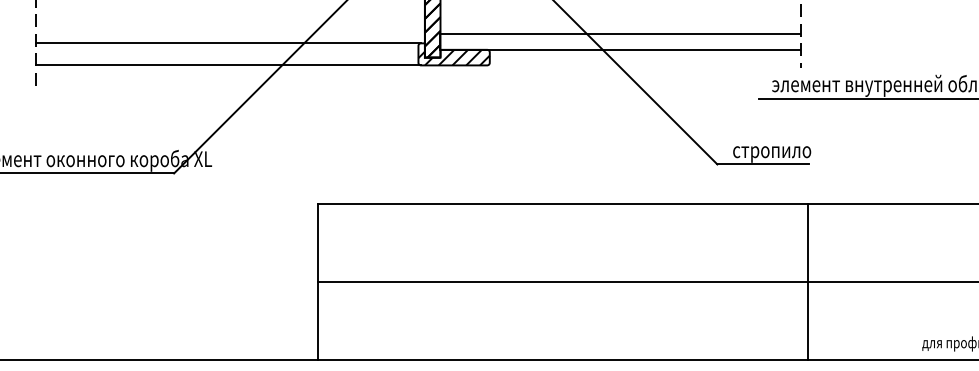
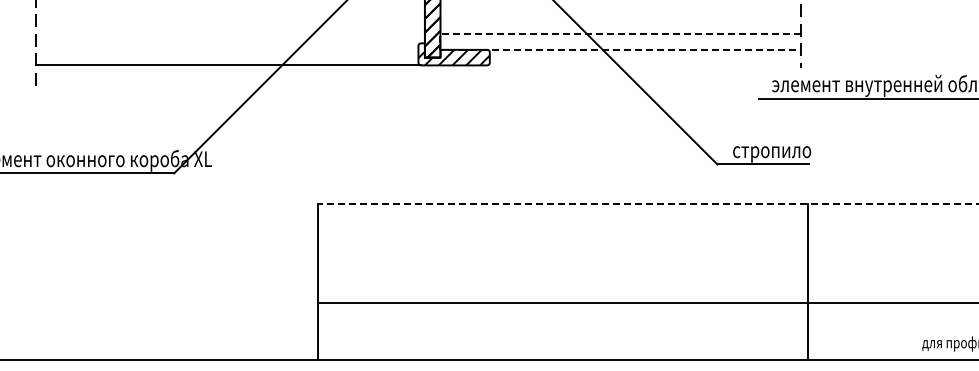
line at (440, 42): solid -> dashed
line at (228, 43): present -> none
line at (648, 204): solid -> dashed
line at (646, 282) position: (646, 282) -> (646, 303)
